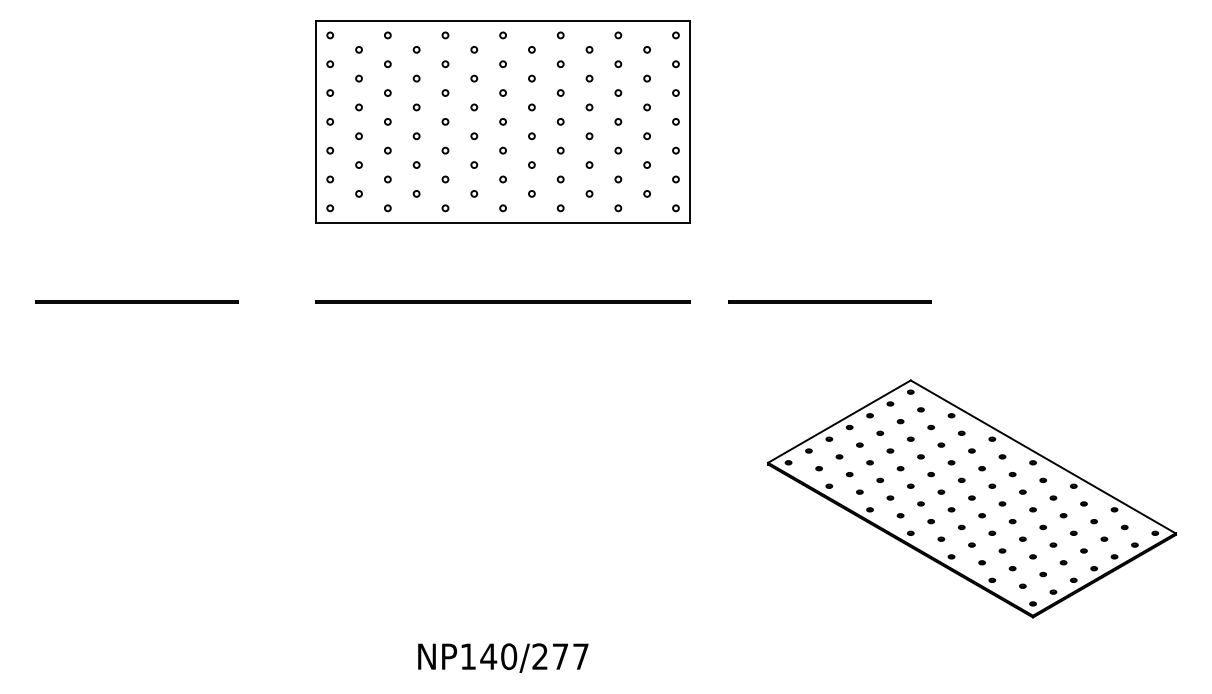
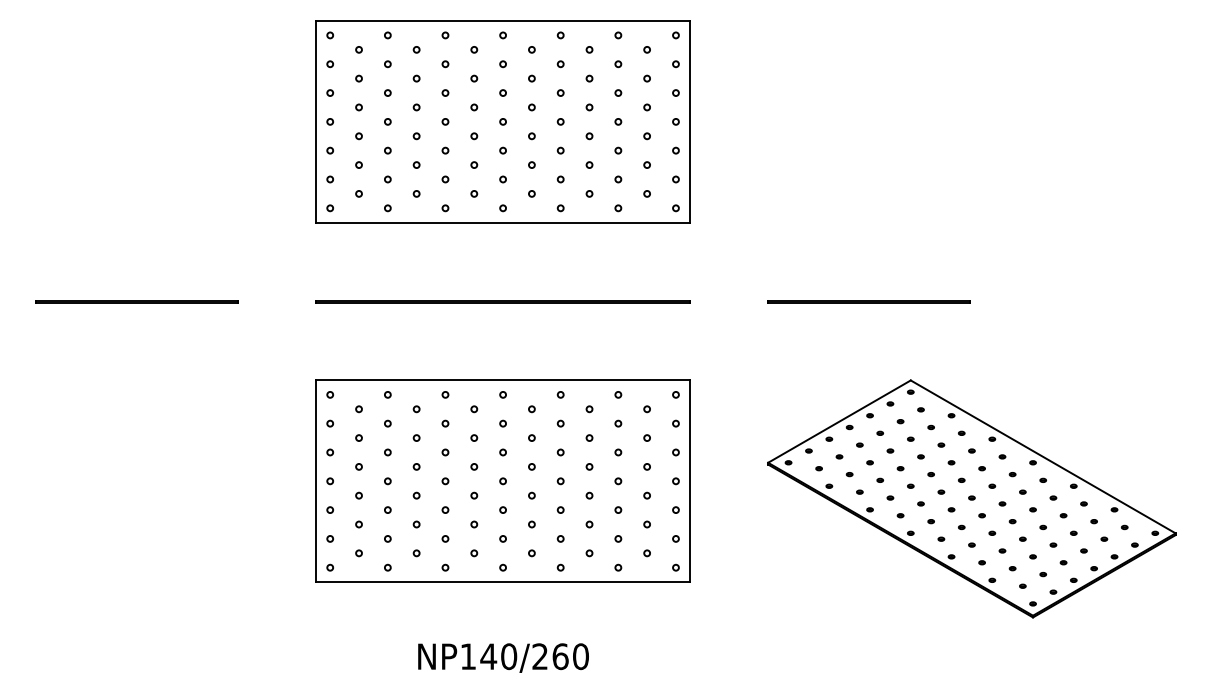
line at (829, 301) position: (829, 301) -> (868, 301)
part at (502, 480): none -> present
text at (570, 656): NP140/277 -> NP140/260
